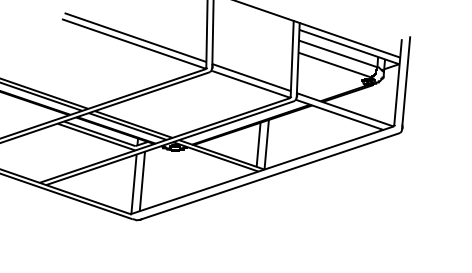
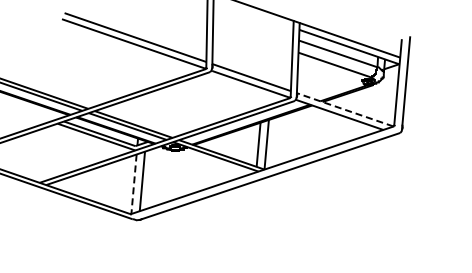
line at (344, 109): solid -> dashed
line at (134, 184): solid -> dashed
